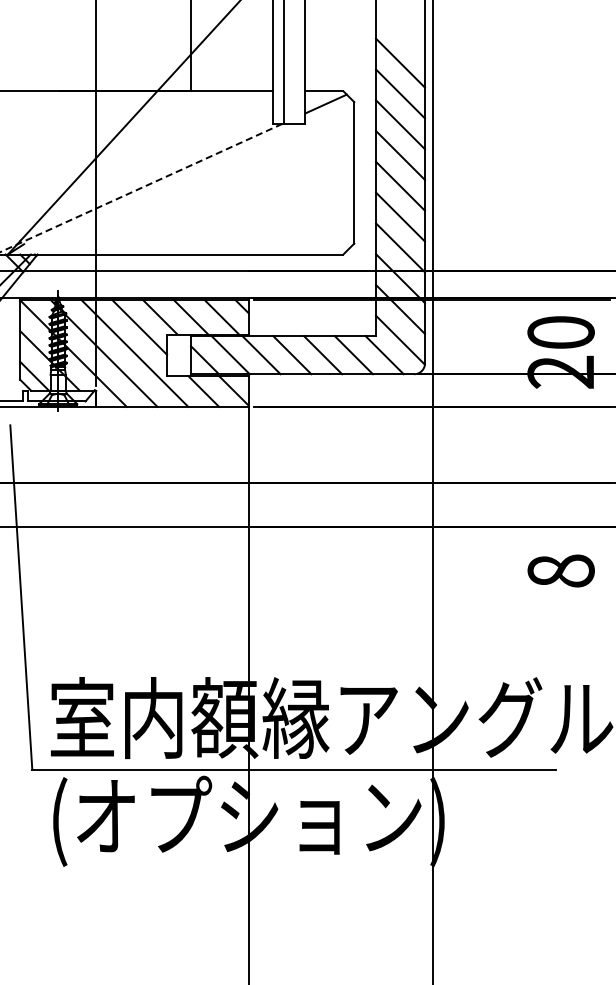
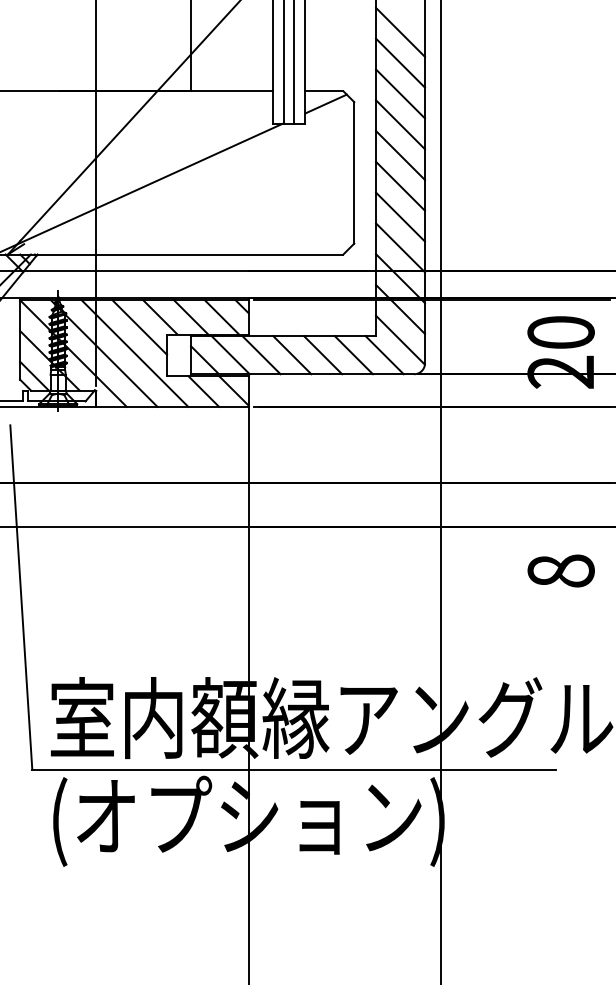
line at (400, 31): none -> present
line at (294, 62): none -> present
line at (141, 187): dashed -> solid
line at (433, 491) position: (433, 491) -> (441, 491)
